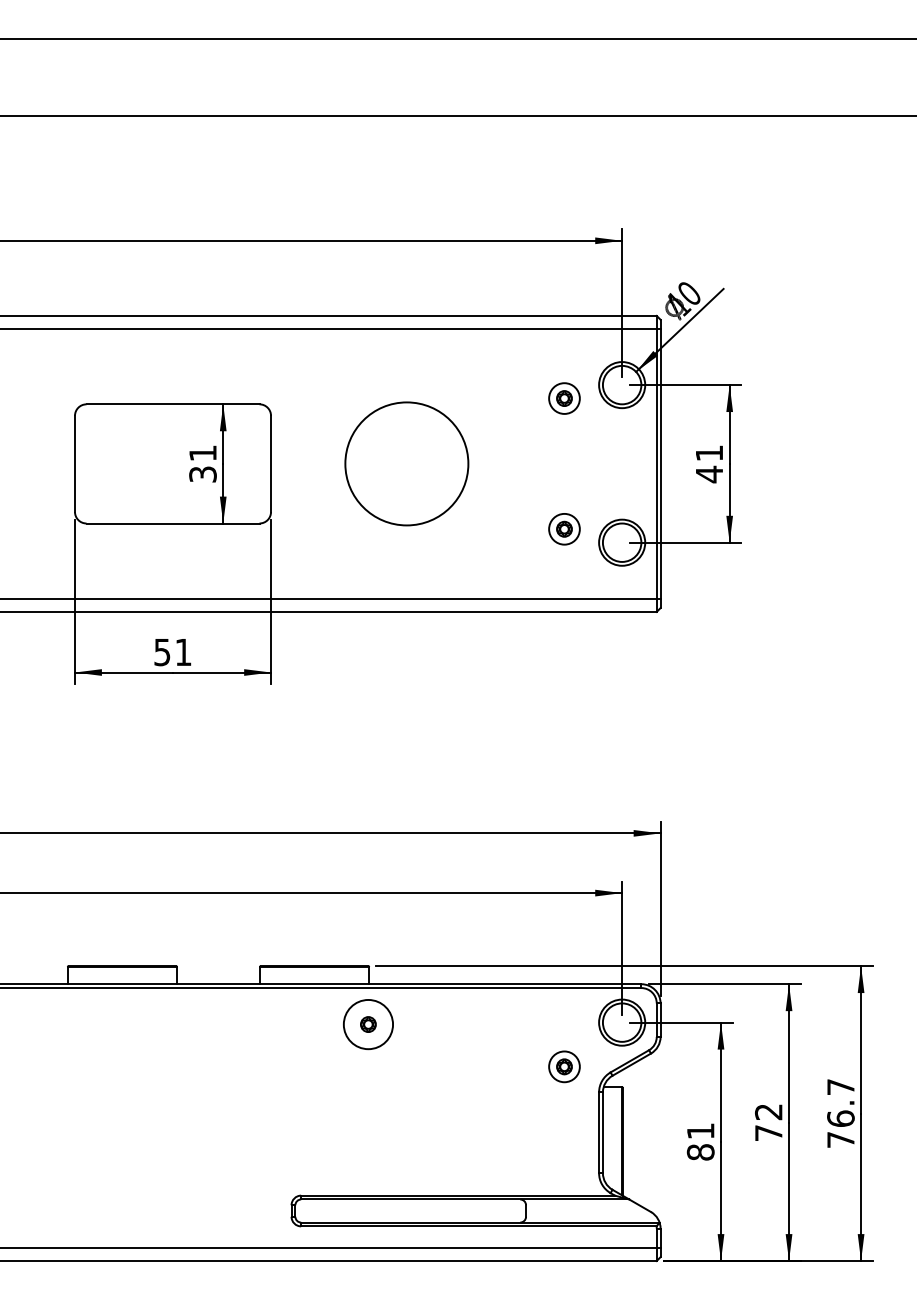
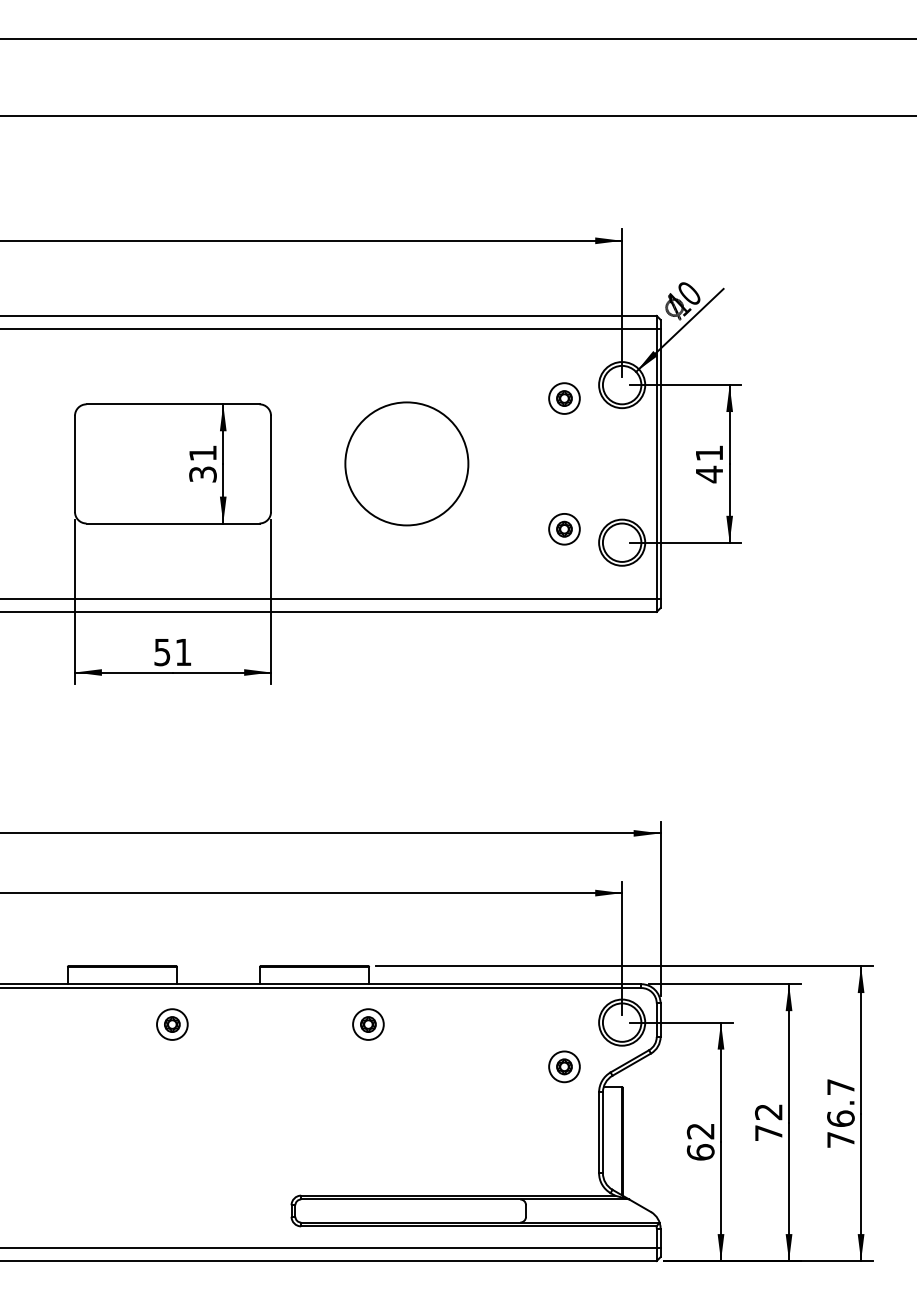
part at (172, 1024): none -> present
circle at (368, 1024) diameter: 49 px -> 31 px
text at (700, 1141): 81 -> 62
